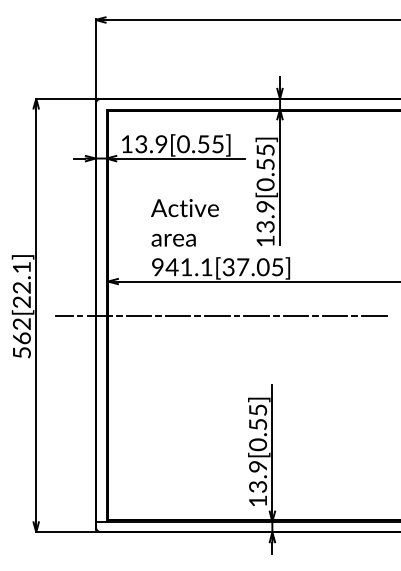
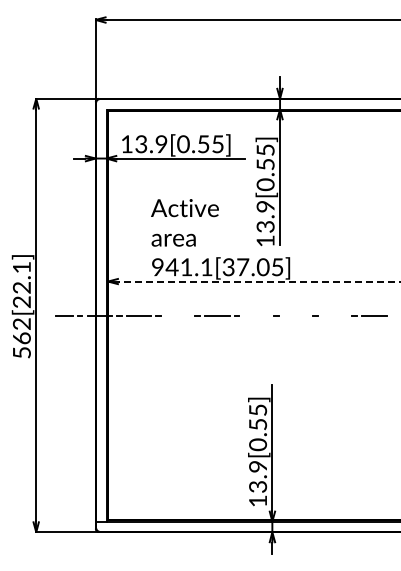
line at (259, 281): solid -> dashed
line at (177, 315): present -> none
line at (256, 315): present -> none
line at (295, 315): present -> none
line at (334, 315): present -> none
